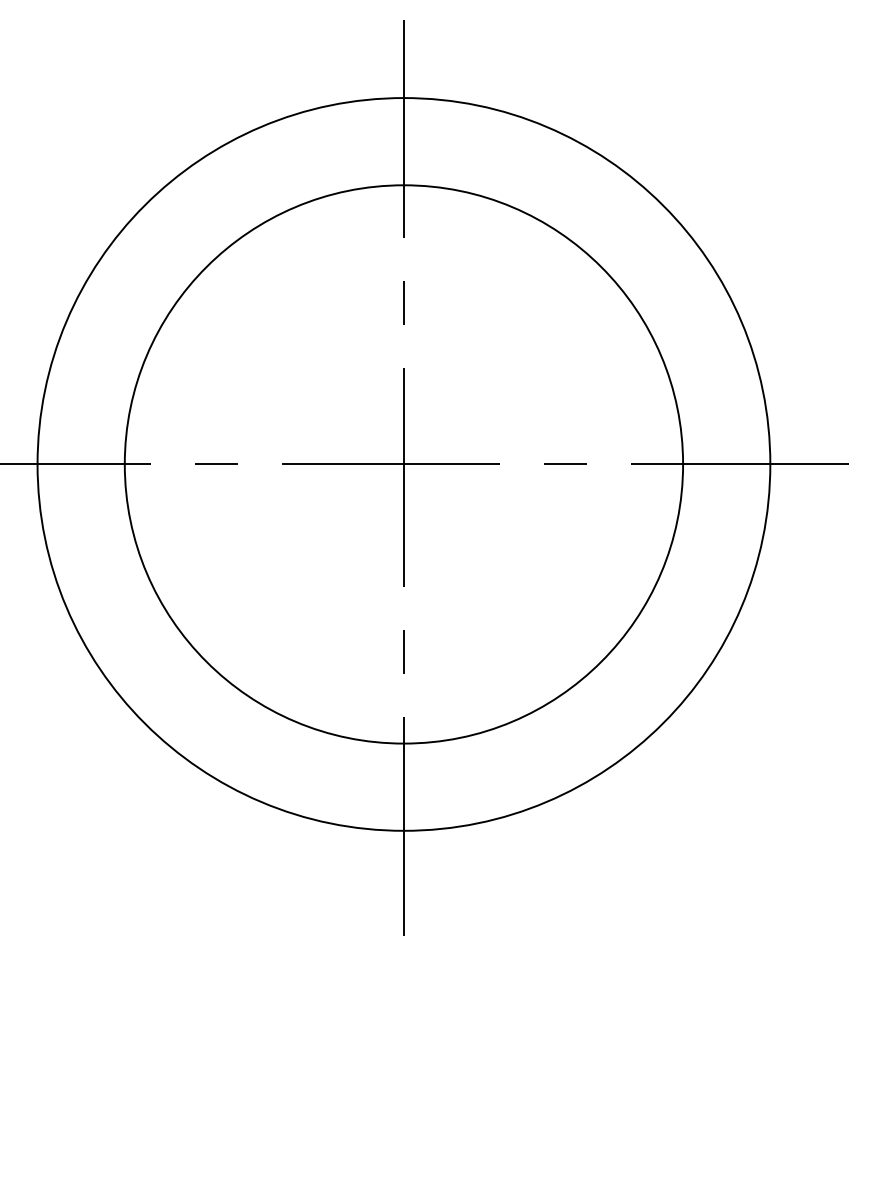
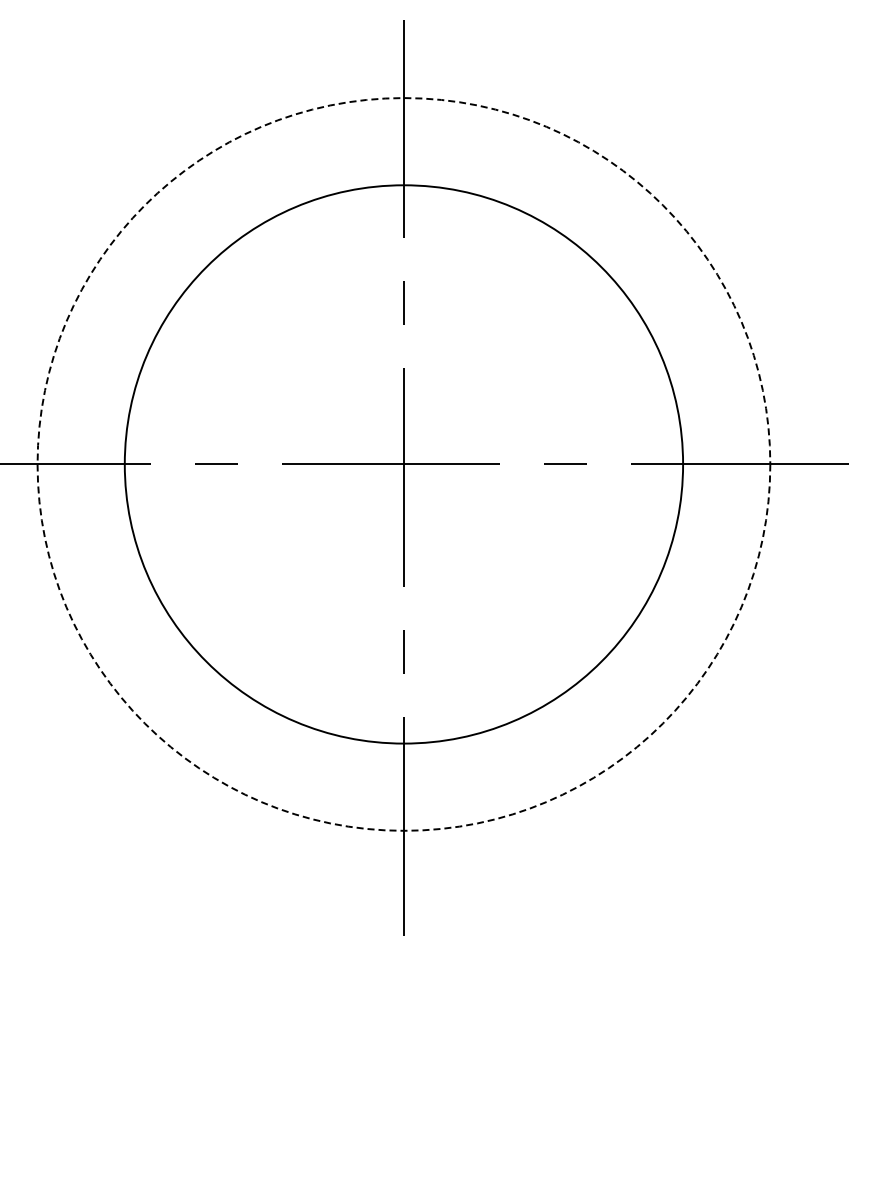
circle at (403, 464): solid -> dashed
